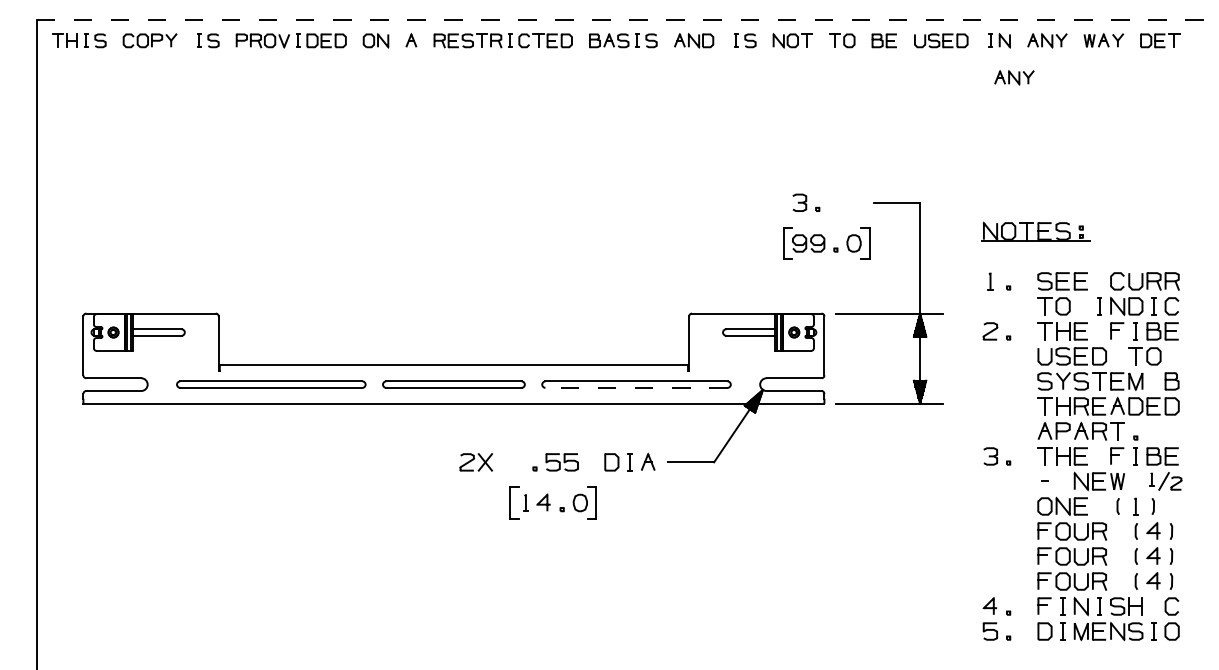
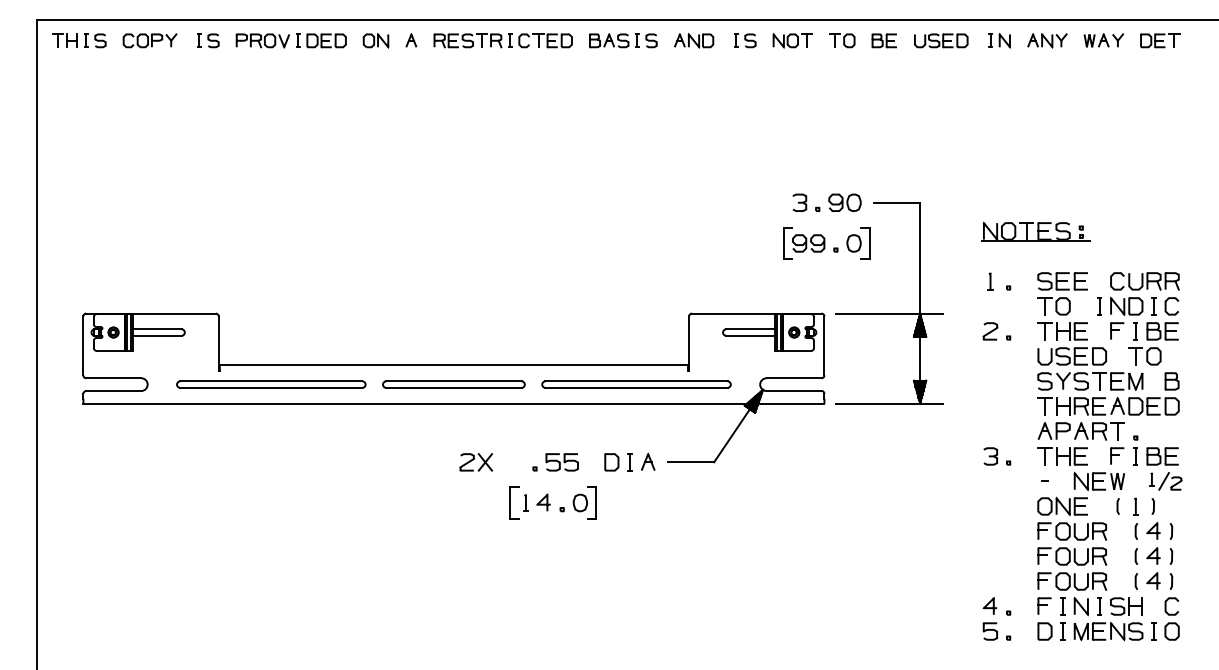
line at (627, 20): dashed -> solid
part at (1014, 77): present -> none
part at (844, 202): none -> present
line at (636, 387): dashed -> solid
